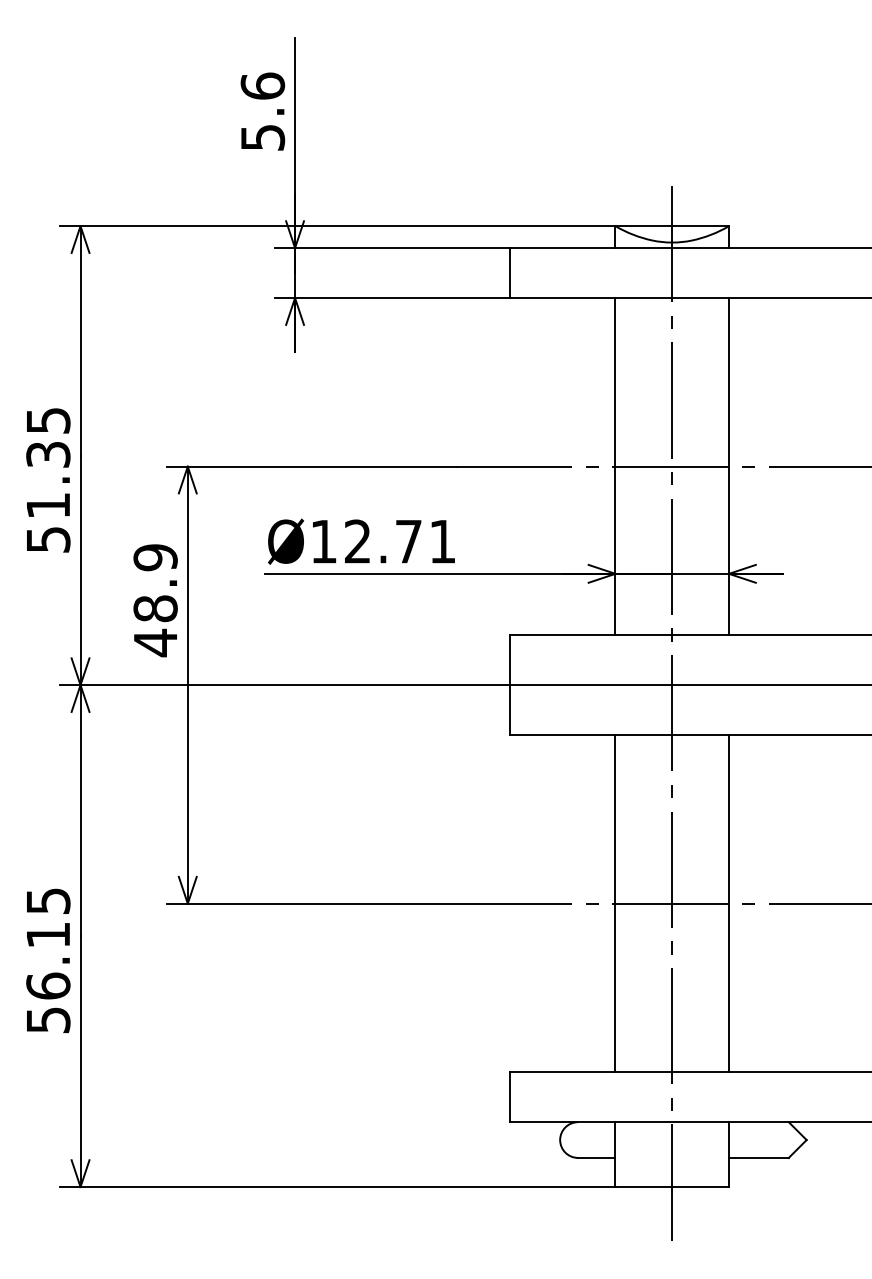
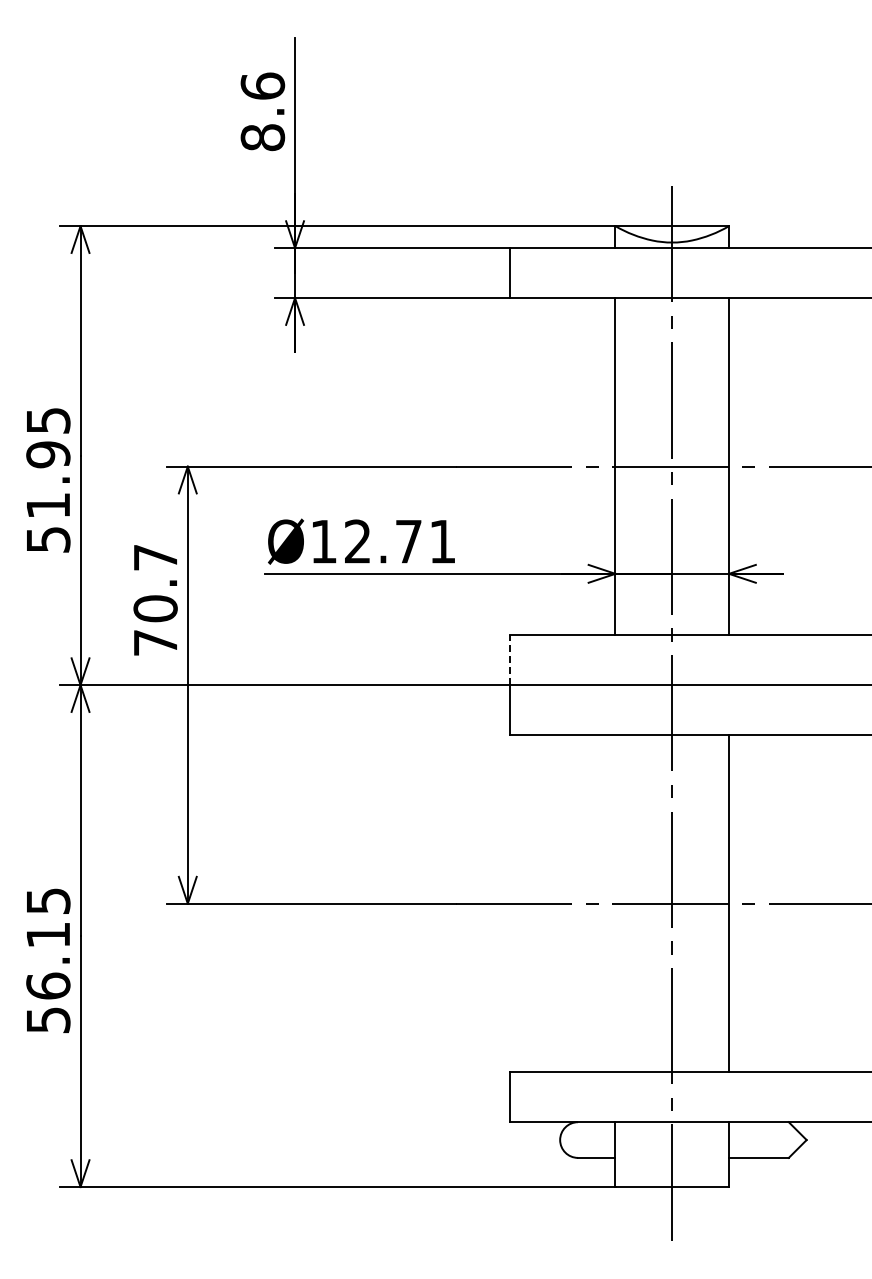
text at (262, 137): 5.6 -> 8.6
text at (48, 454): 51.35 -> 51.95
text at (155, 600): 48.9 -> 70.7
line at (509, 659): solid -> dashed
line at (615, 903): present -> none
